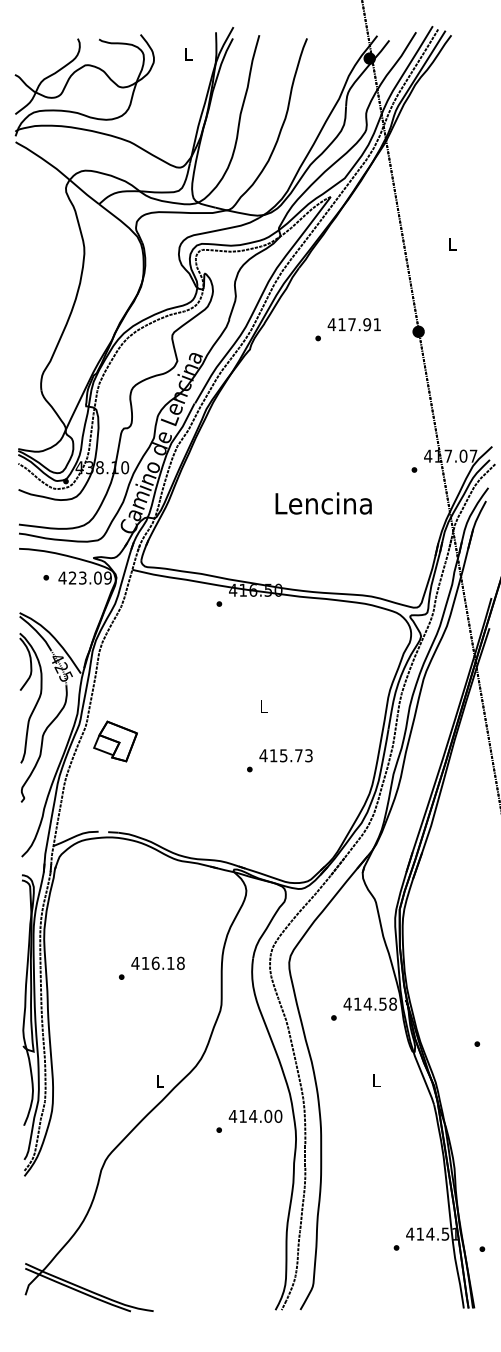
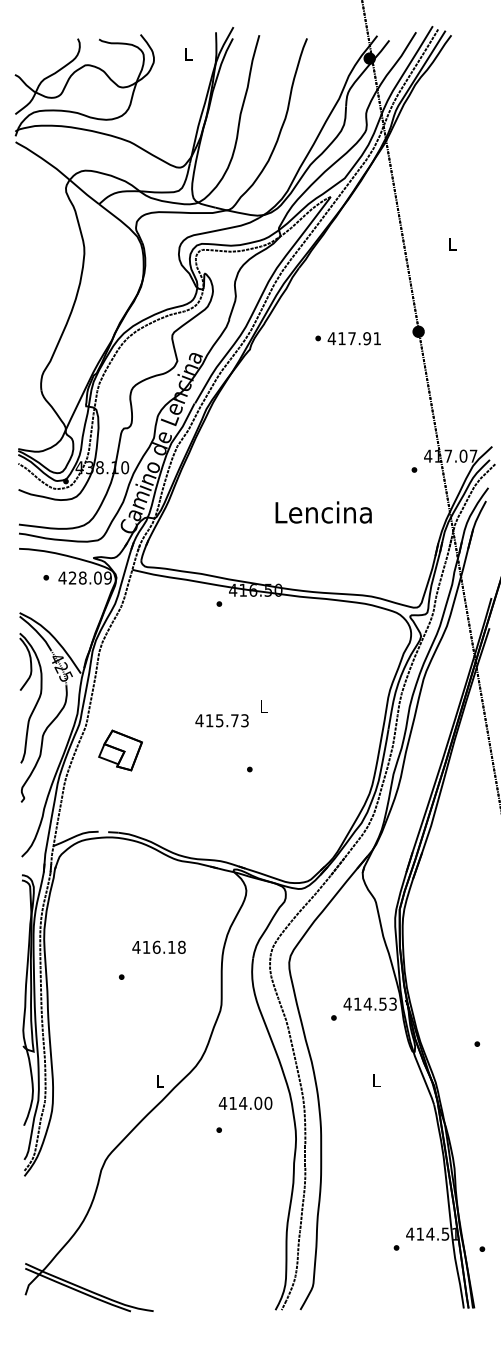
text at (353, 324) position: (353, 324) -> (353, 338)
text at (323, 503) position: (323, 503) -> (323, 512)
text at (82, 577): 423.09 -> 428.09
part at (115, 741) position: (115, 741) -> (120, 750)
text at (285, 755) position: (285, 755) -> (221, 720)
text at (157, 962) position: (157, 962) -> (158, 946)
text at (392, 1003): 414.58 -> 414.53
text at (255, 1115) position: (255, 1115) -> (245, 1102)
